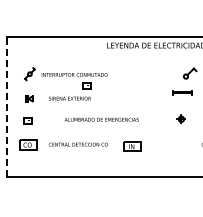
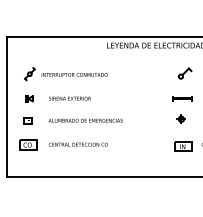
part at (190, 73) position: (190, 73) -> (185, 73)
part at (86, 85): present -> none
part at (182, 92) position: (182, 92) -> (182, 98)
line at (6, 106): dashed -> solid
text at (101, 119) position: (101, 119) -> (85, 120)
part at (132, 146) position: (132, 146) -> (183, 146)
